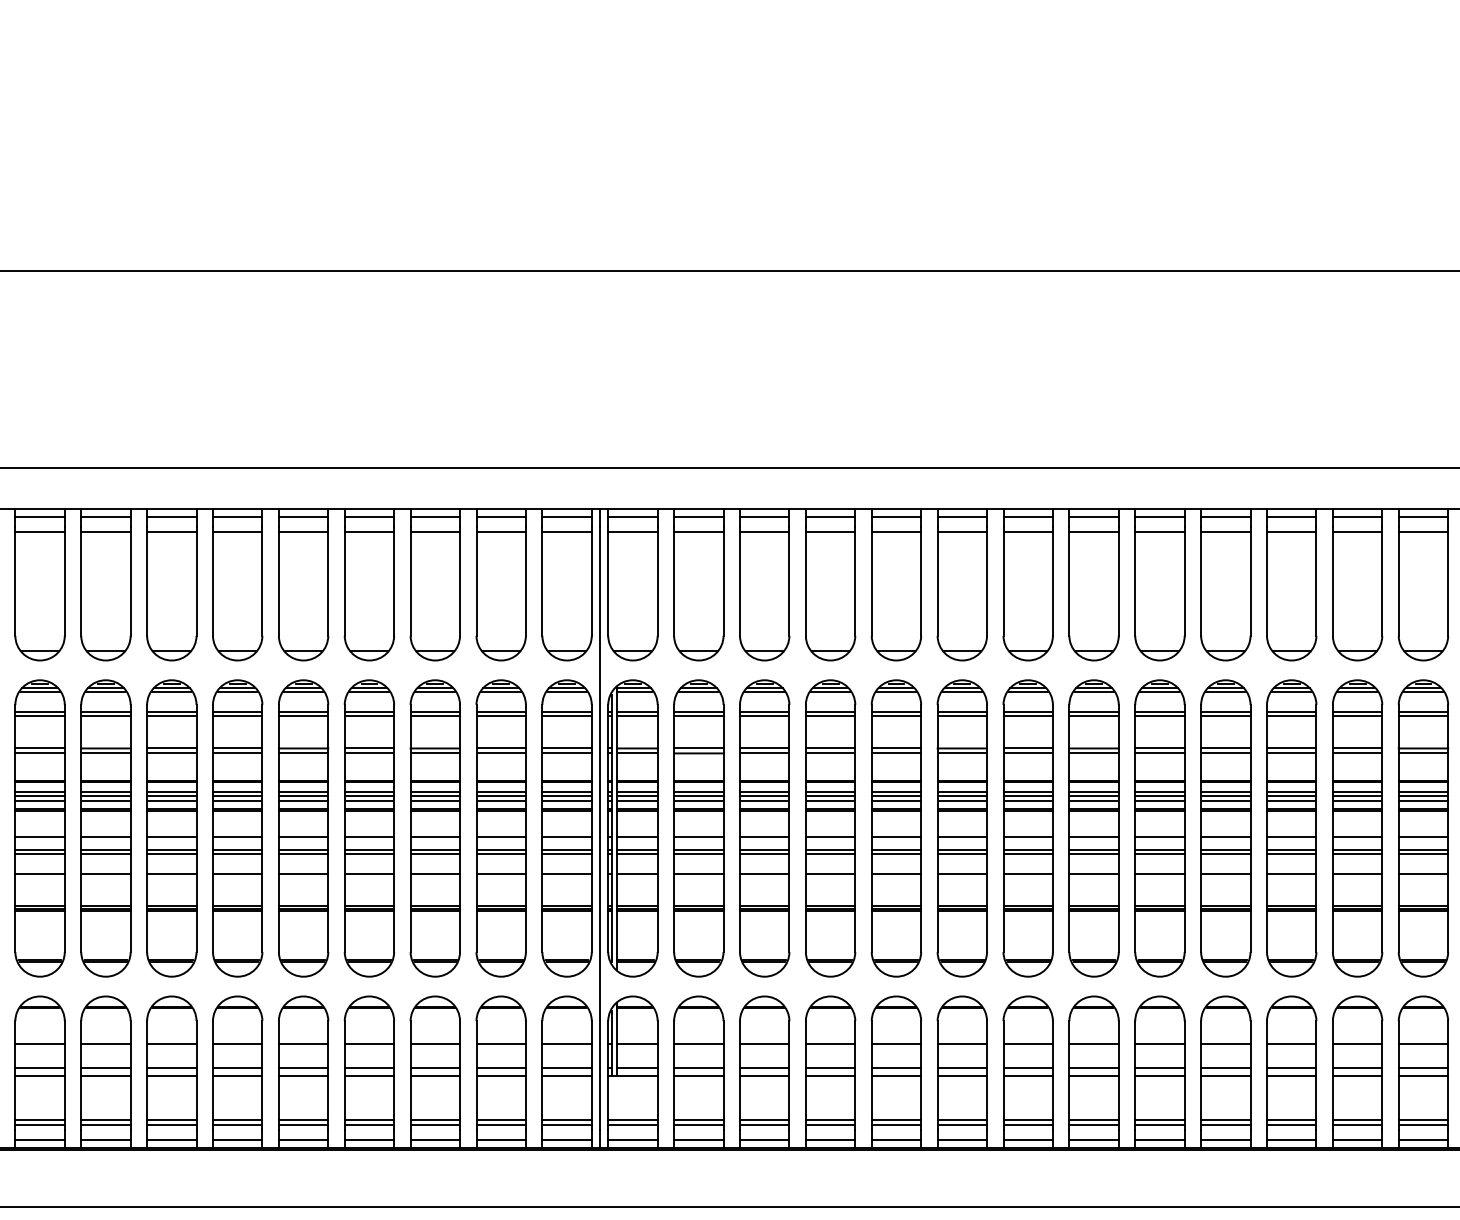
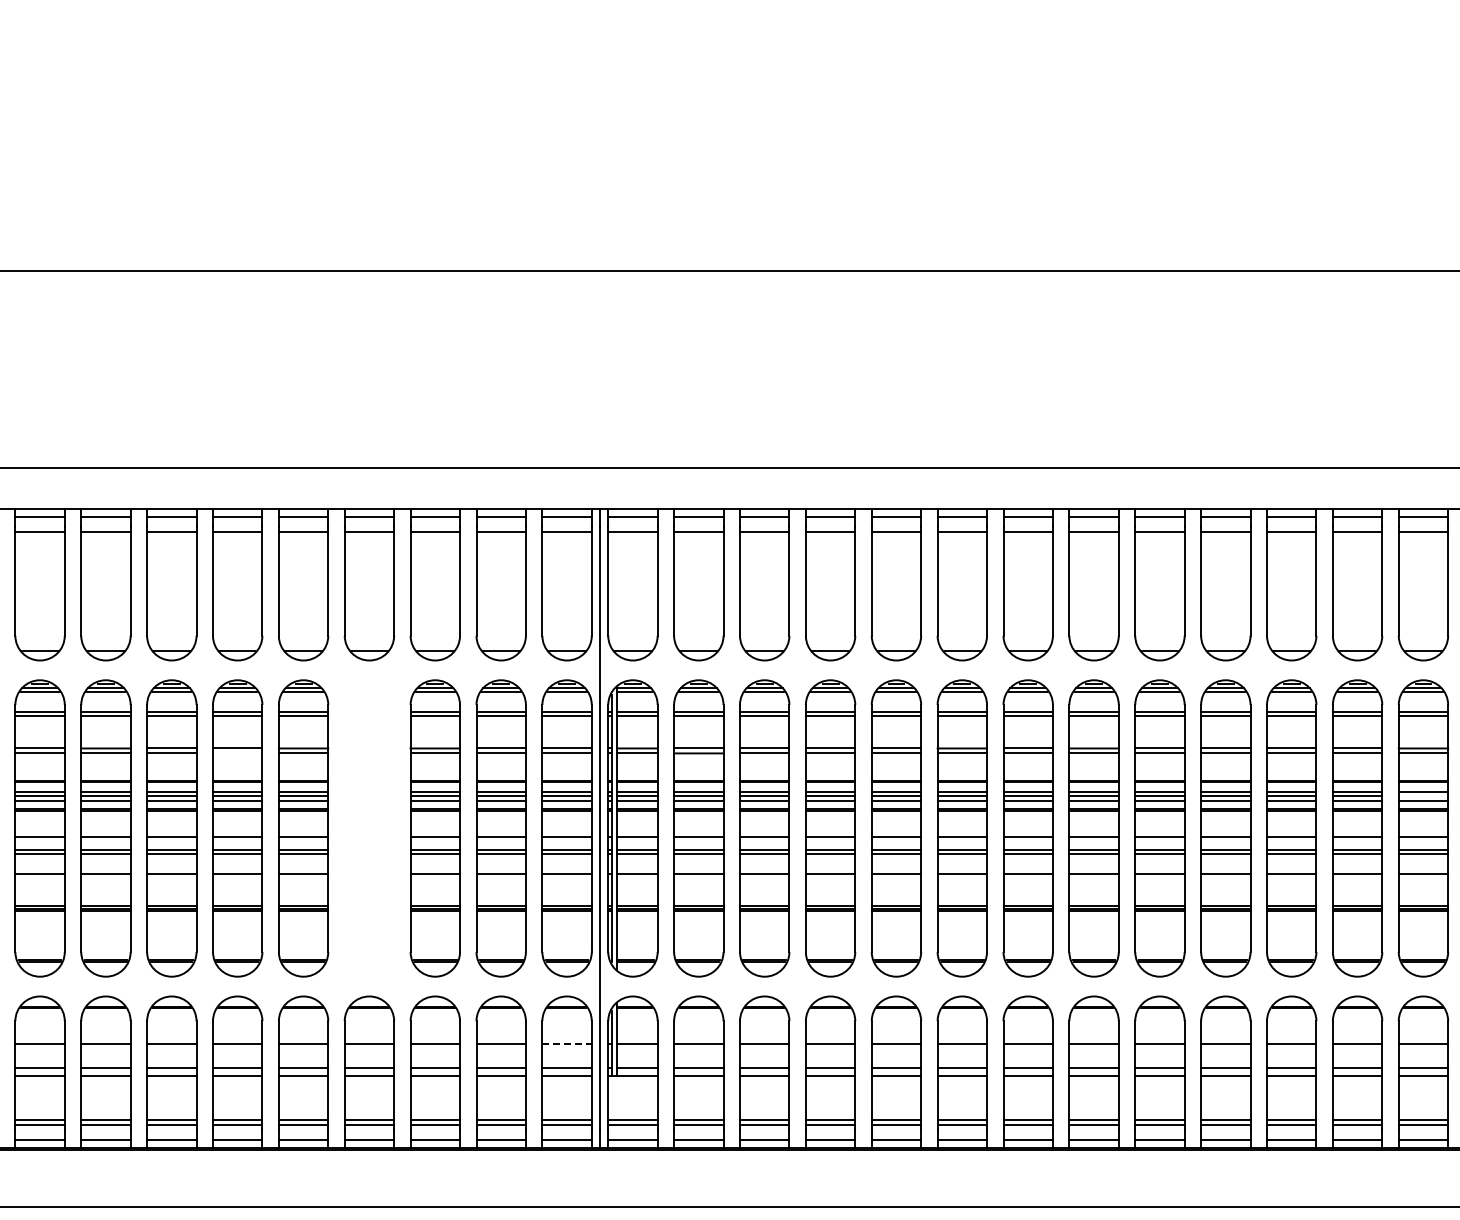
line at (237, 753): present -> none
line at (1423, 795): present -> none
part at (368, 828): present -> none
line at (567, 1044): solid -> dashed
